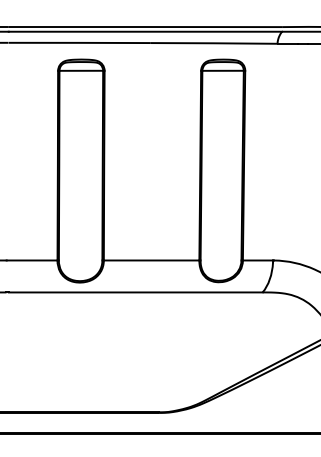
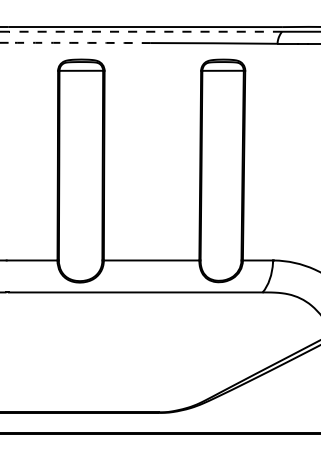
line at (145, 31): solid -> dashed
arc at (79, 42): solid -> dashed
